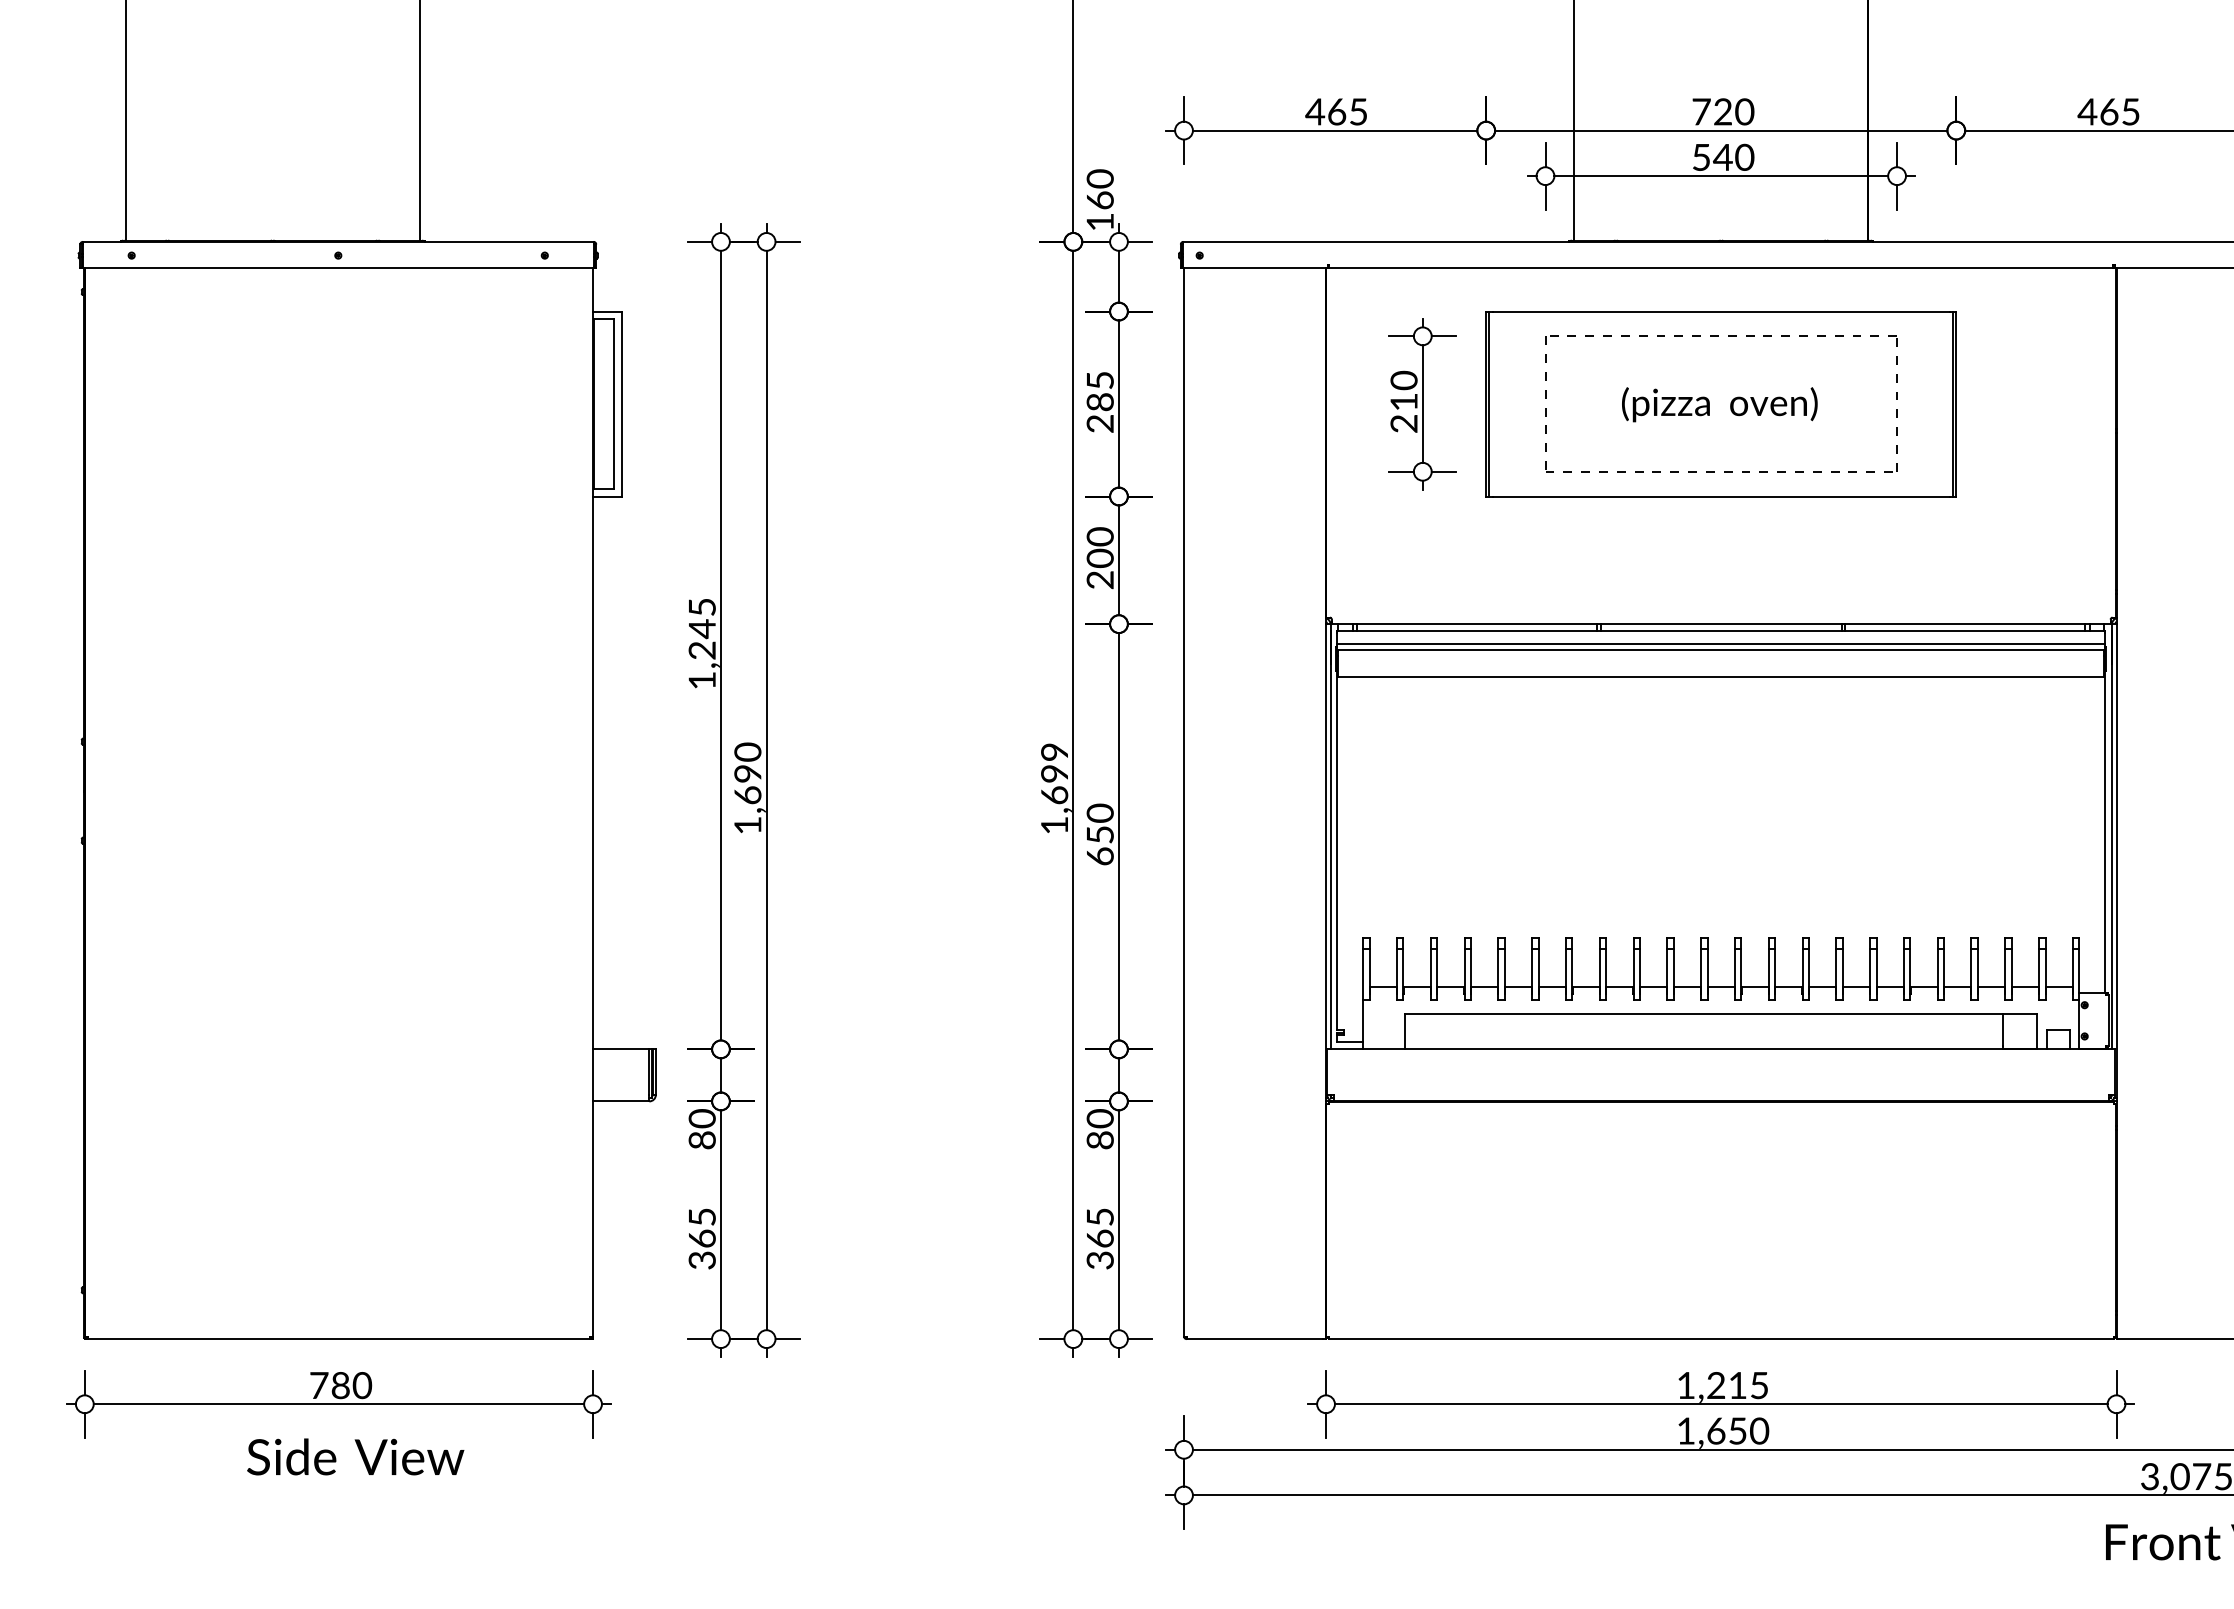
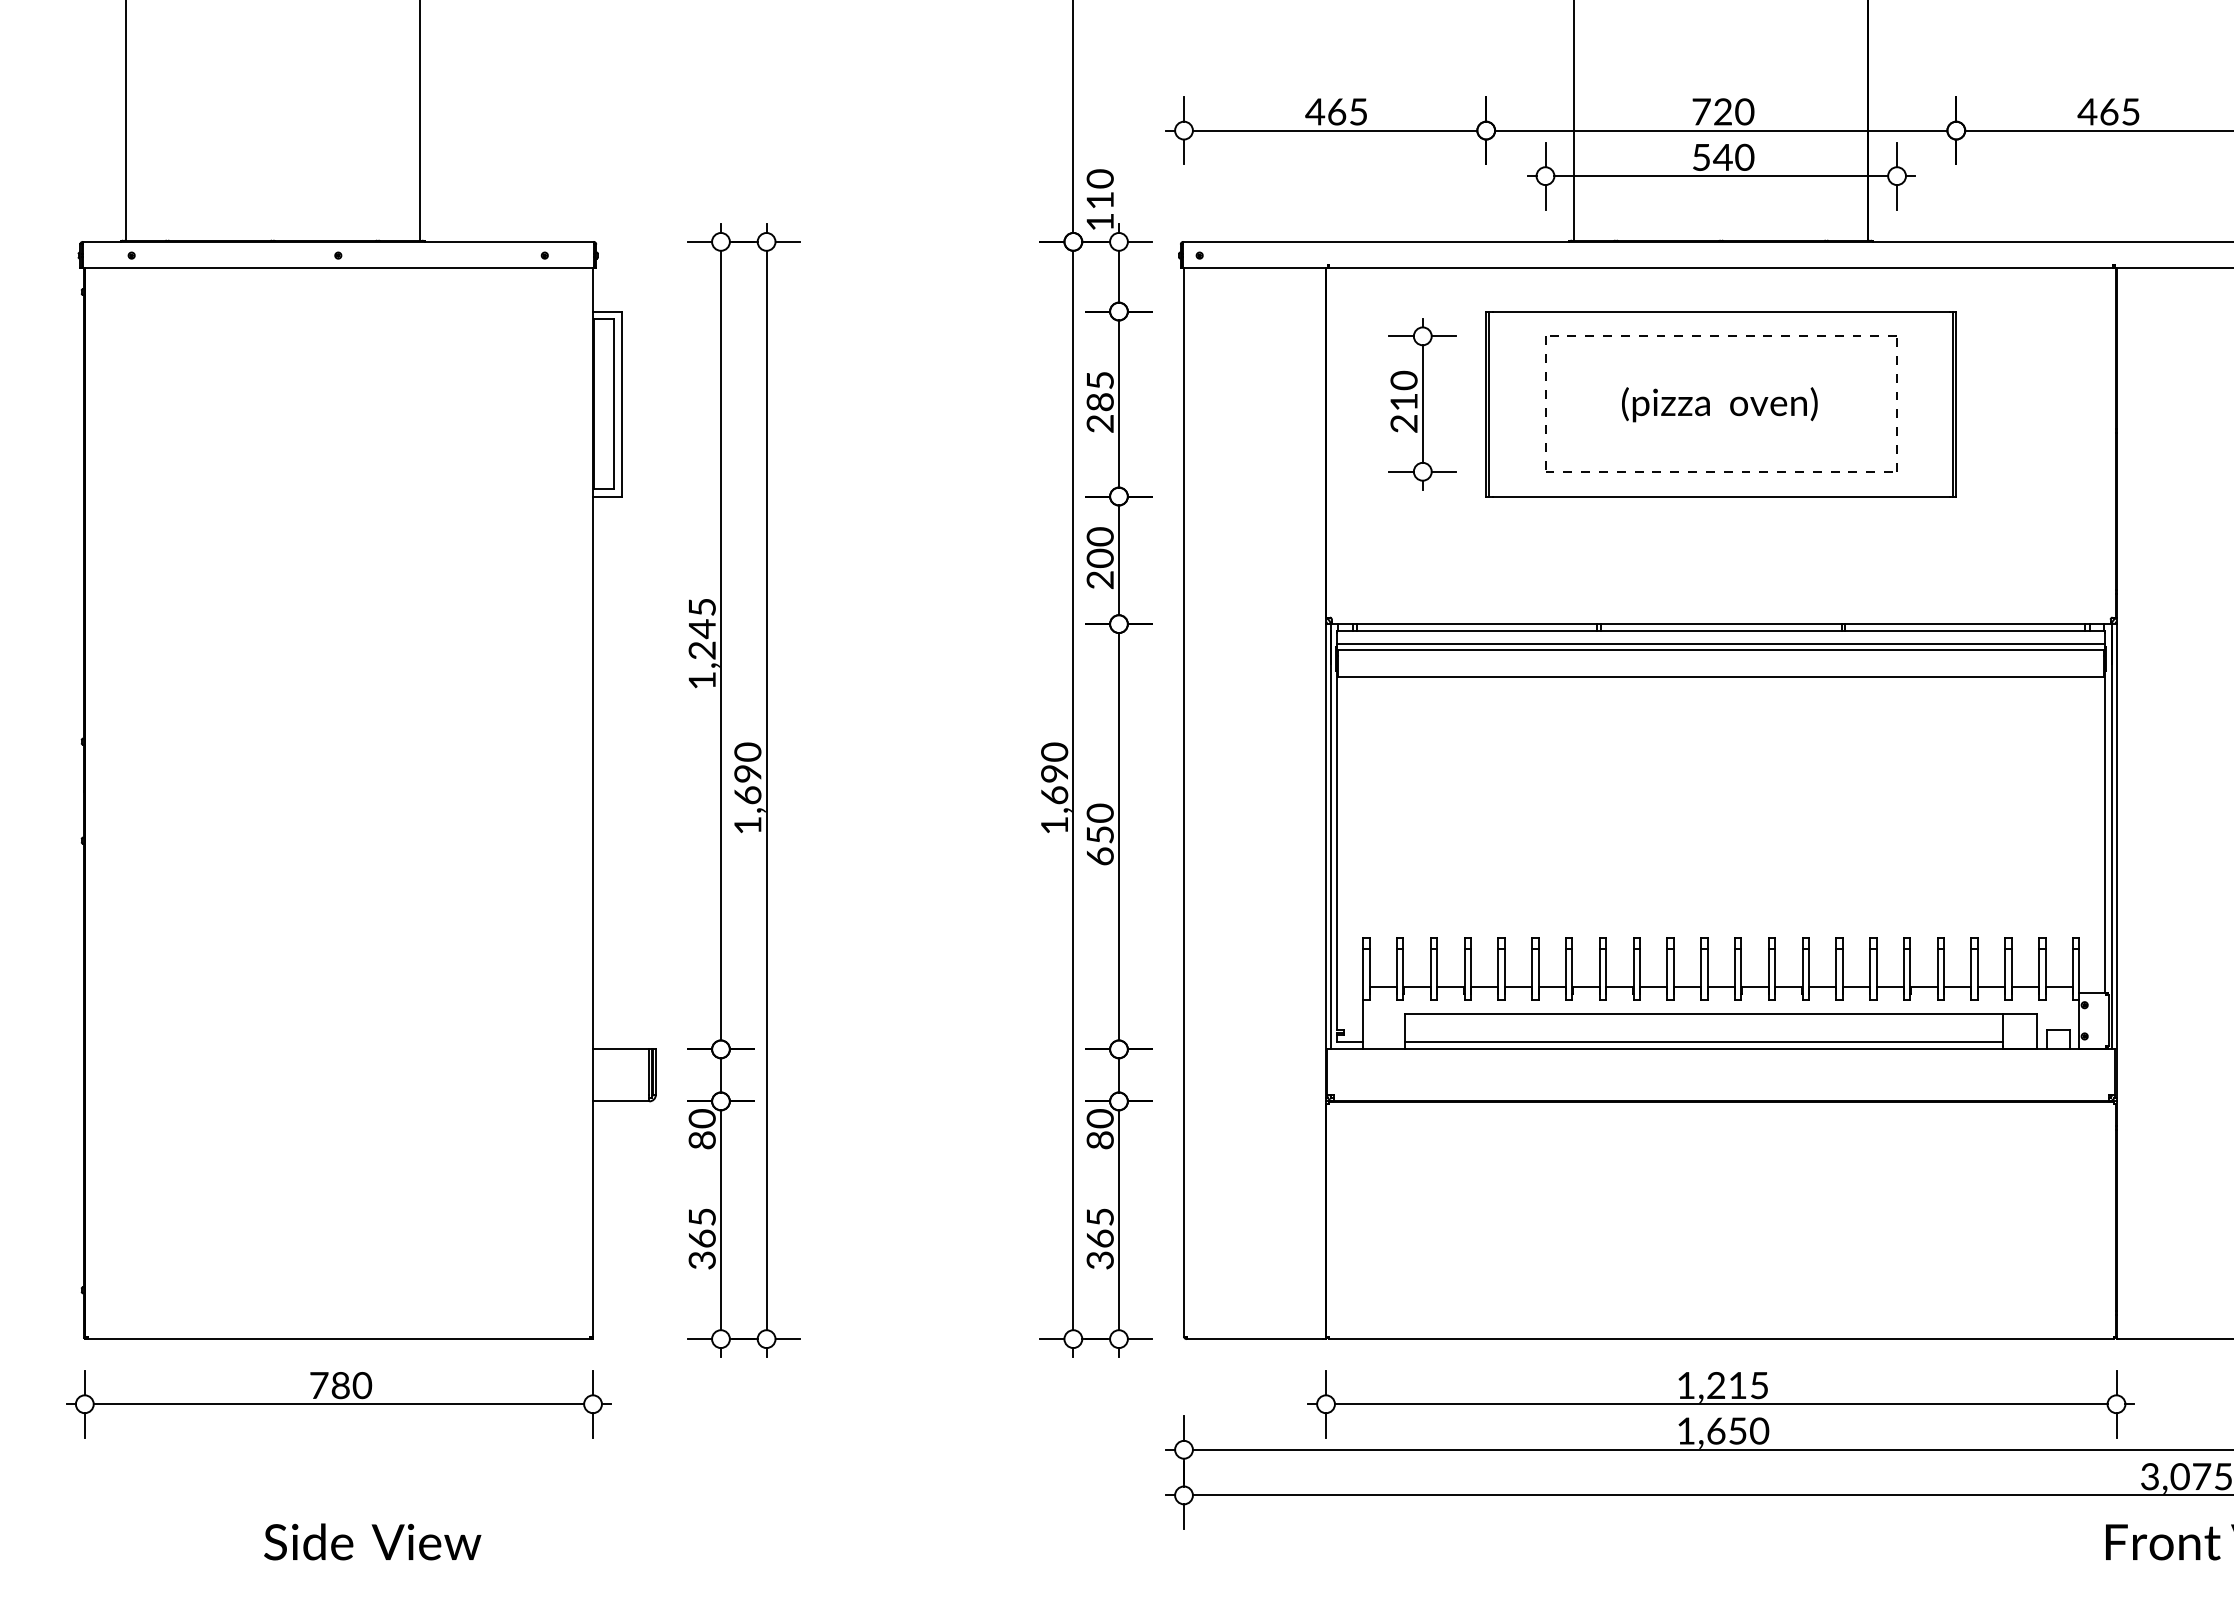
text at (1099, 200): 160 -> 110
text at (1055, 751): 1,699 -> 1,690
line at (1704, 1042): none -> present
text at (355, 1456) position: (355, 1456) -> (372, 1541)
